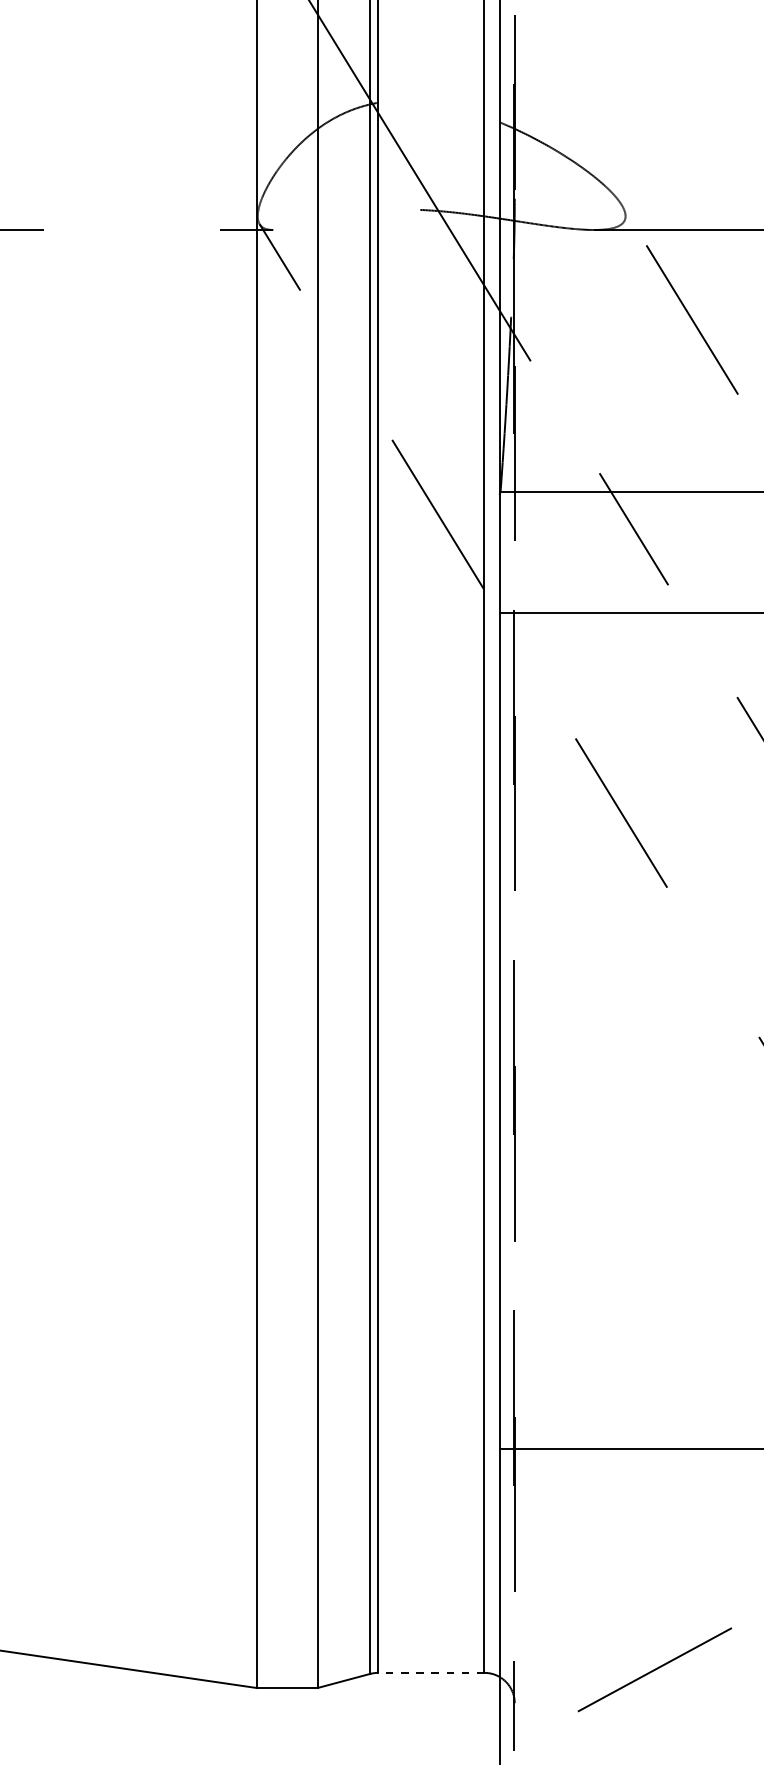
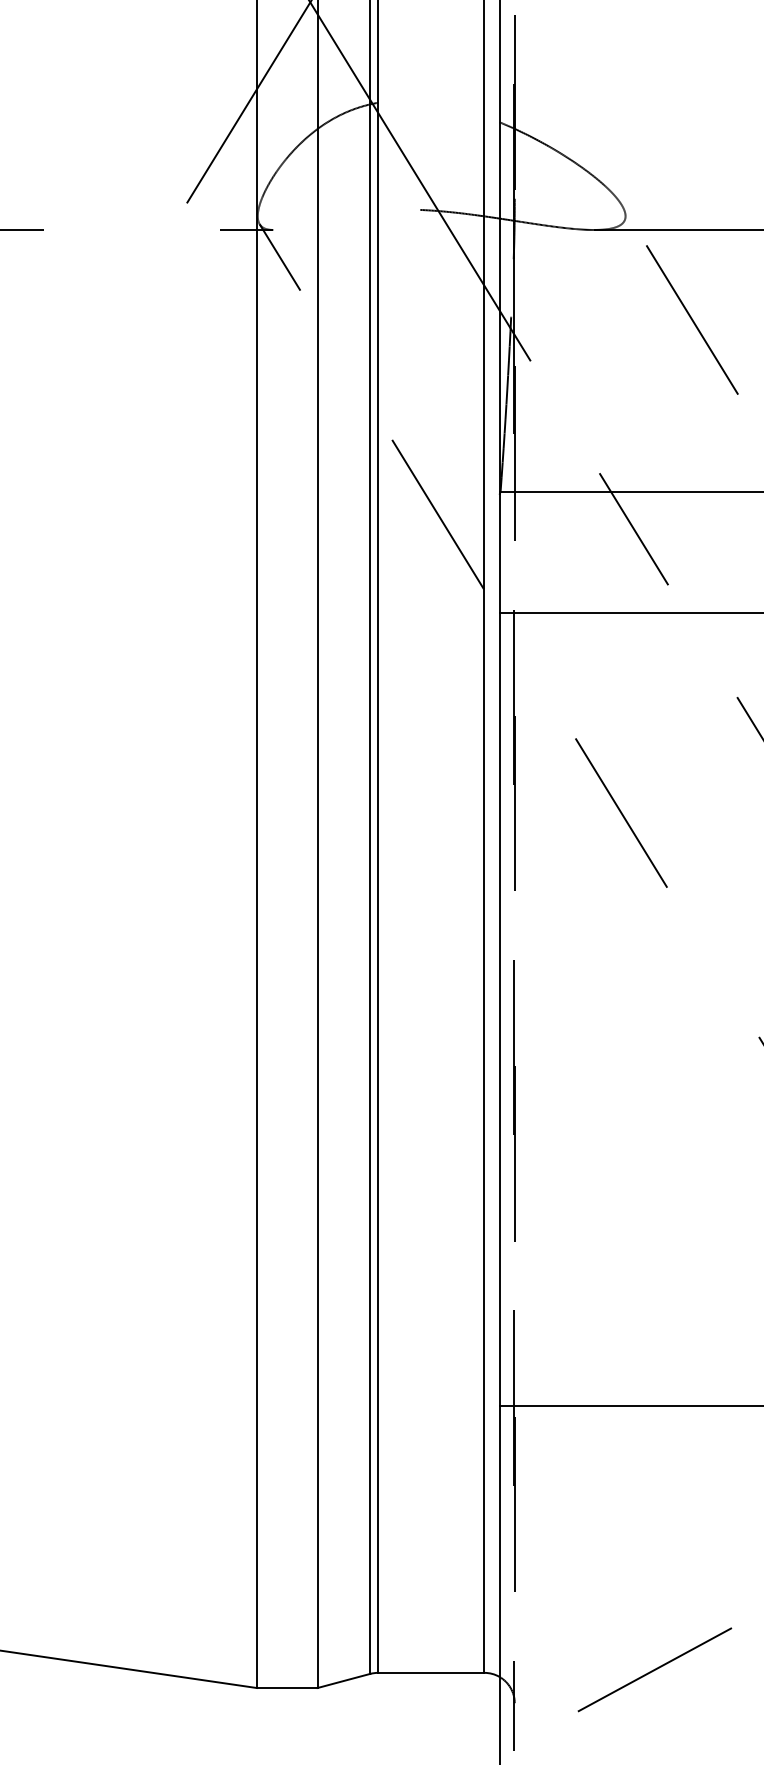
line at (248, 102): none -> present
line at (629, 1448) position: (629, 1448) -> (629, 1405)
line at (430, 1672): dashed -> solid
